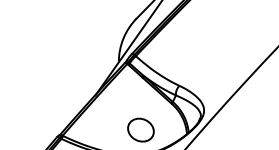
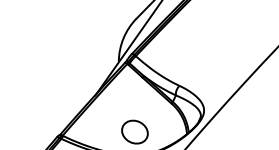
part at (140, 129) position: (140, 129) -> (134, 131)
